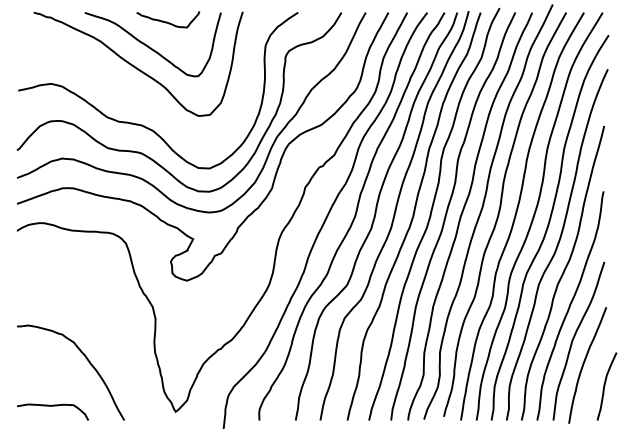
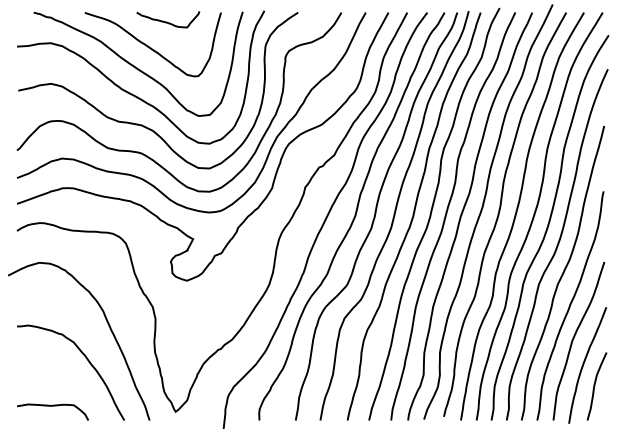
curve at (132, 93): none -> present
curve at (108, 326): none -> present
curve at (605, 386) position: (605, 386) -> (595, 386)
